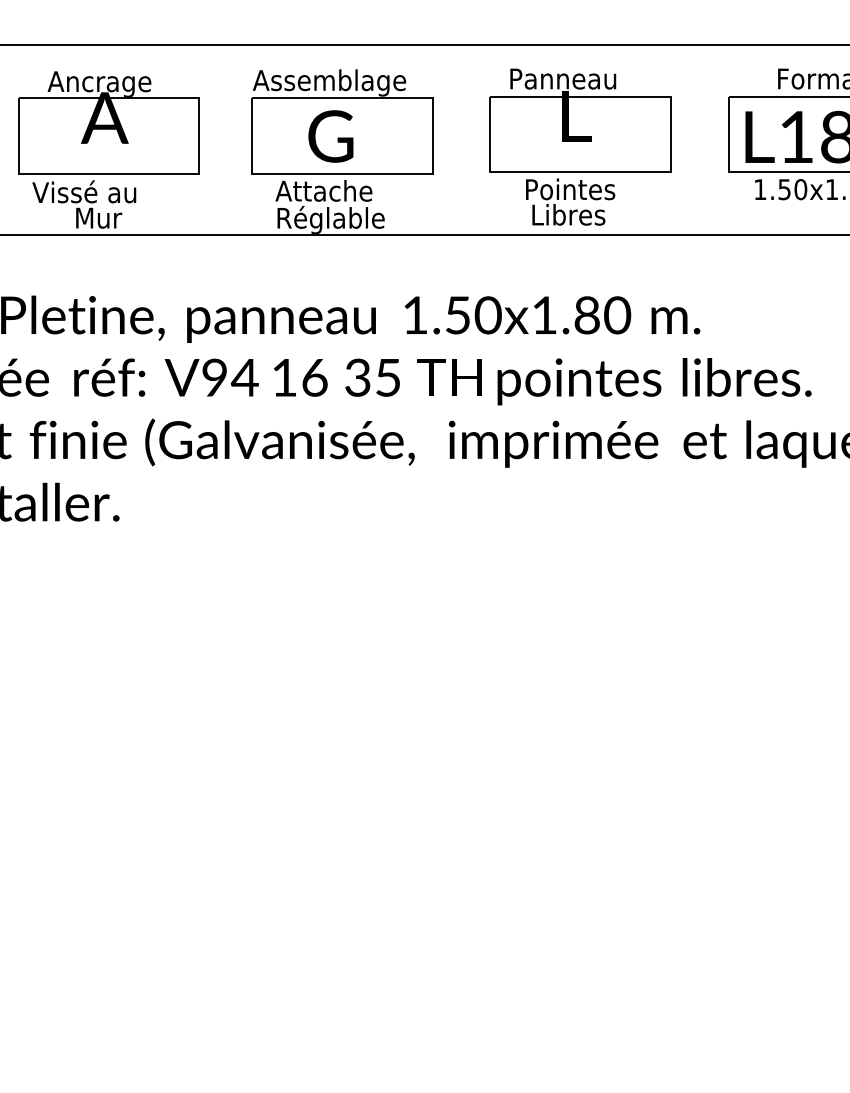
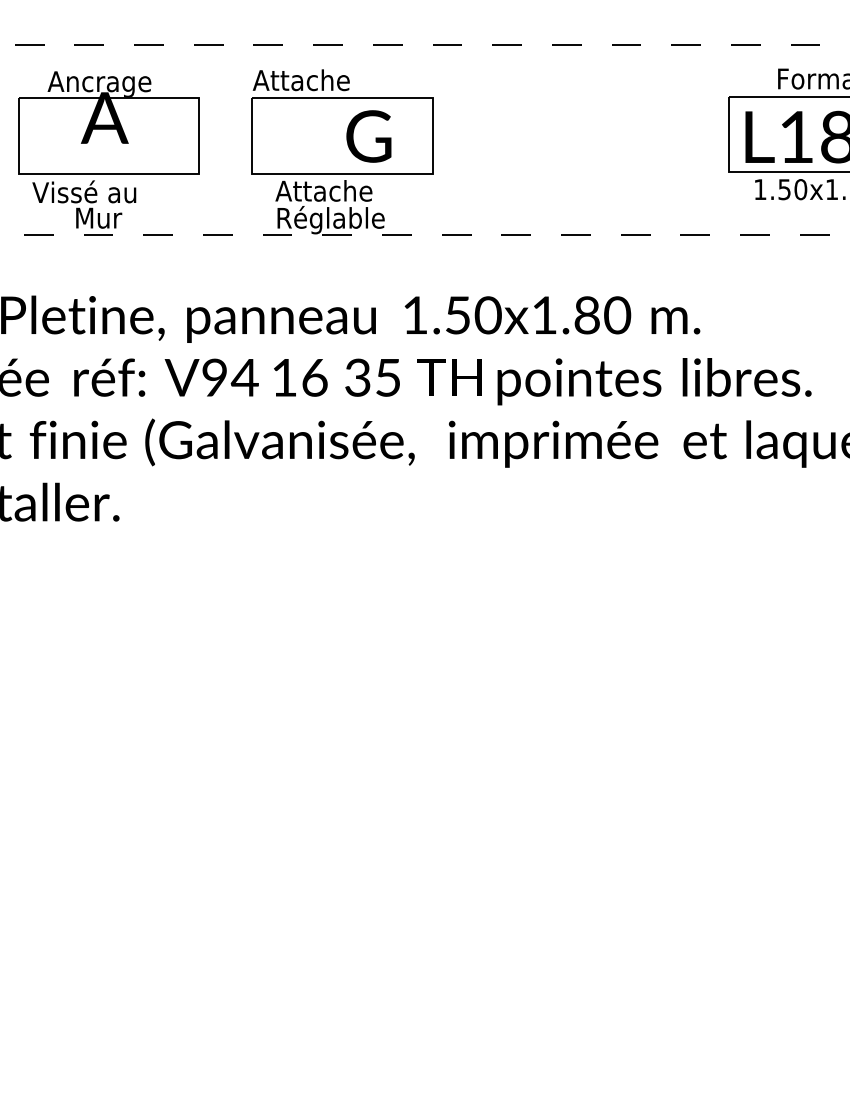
line at (424, 44): solid -> dashed
text at (338, 82): Assemblage -> Attache
text at (330, 136) position: (330, 136) -> (368, 136)
part at (580, 146): present -> none
line at (425, 234): solid -> dashed
